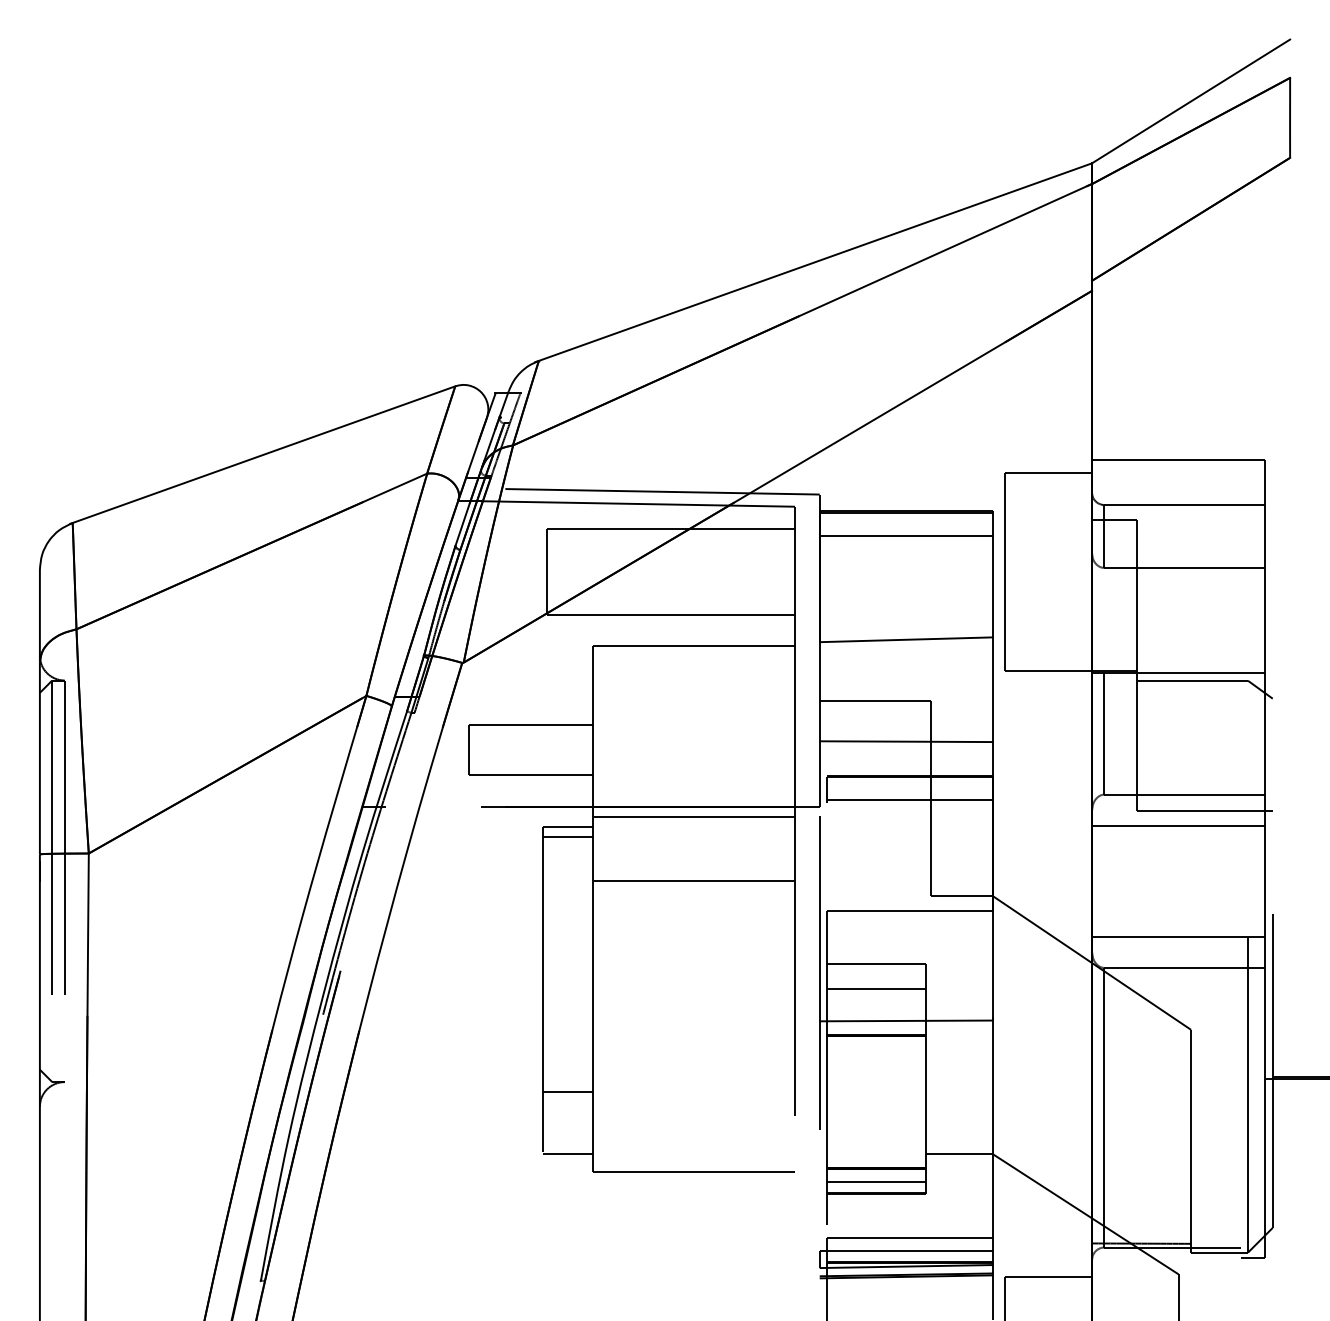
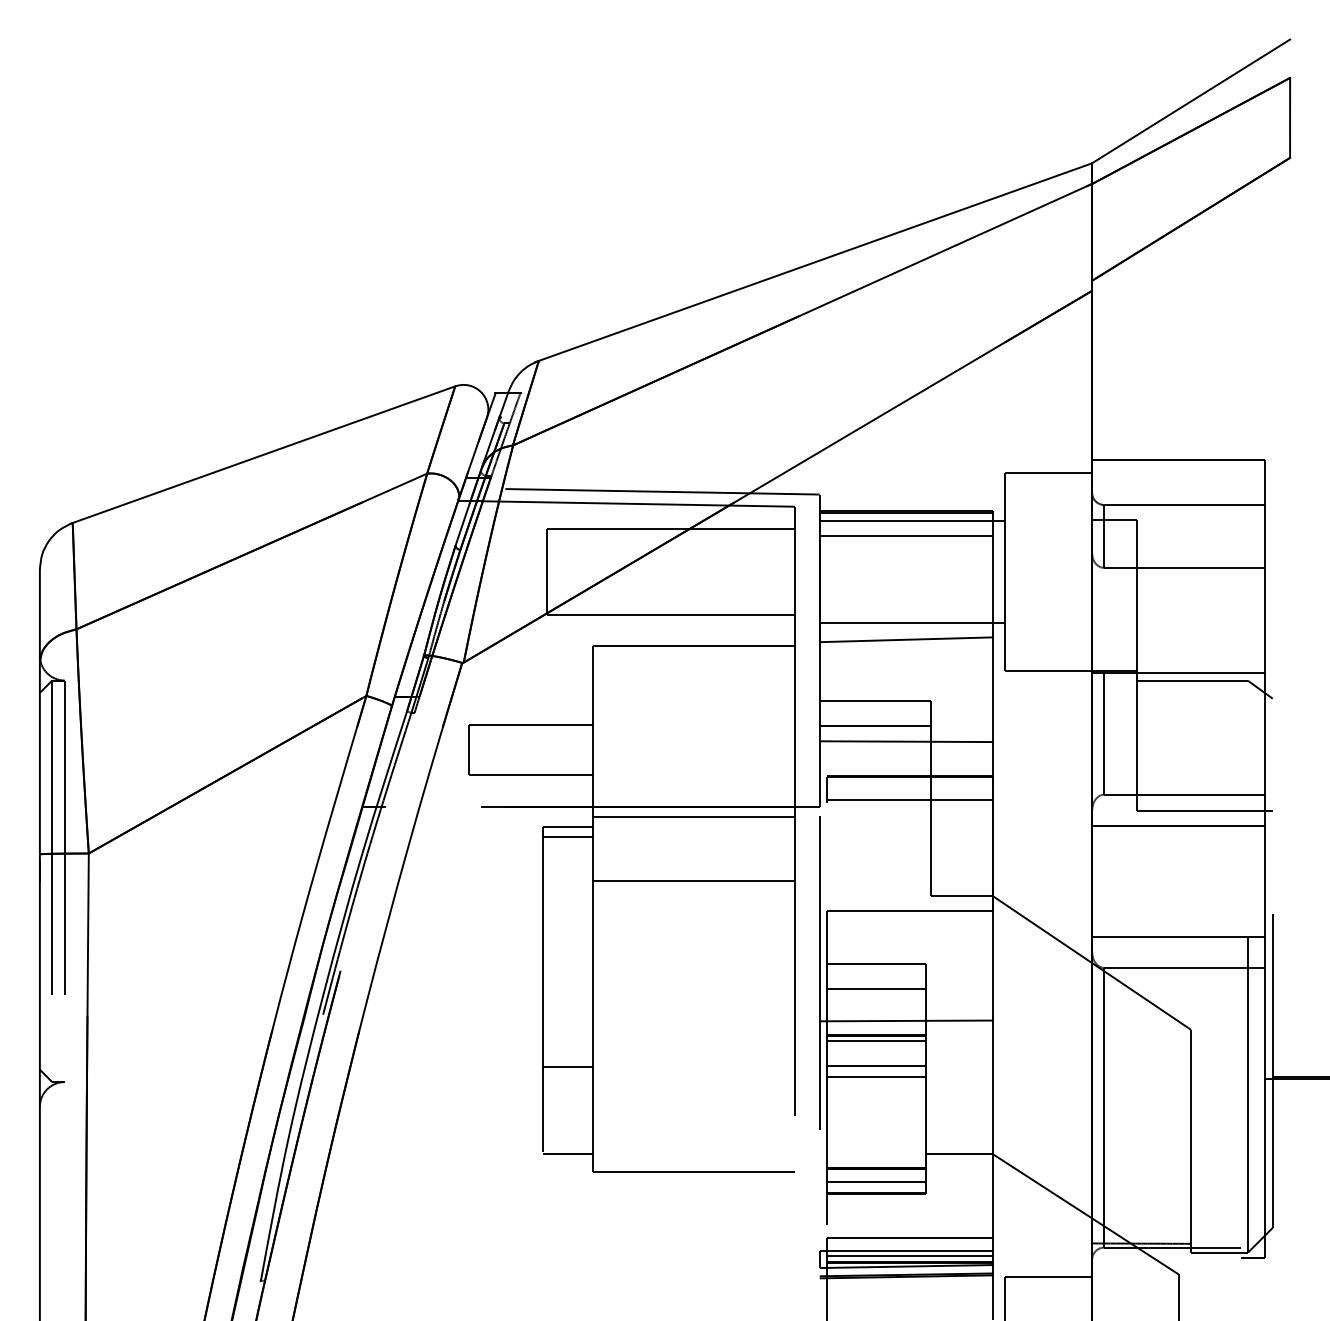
line at (912, 521): none -> present
line at (912, 622): none -> present
line at (875, 725): none -> present
line at (876, 1040): none -> present
line at (876, 1066): none -> present
line at (876, 1076): none -> present
line at (567, 1091) position: (567, 1091) -> (567, 1066)
line at (910, 1255): none -> present
